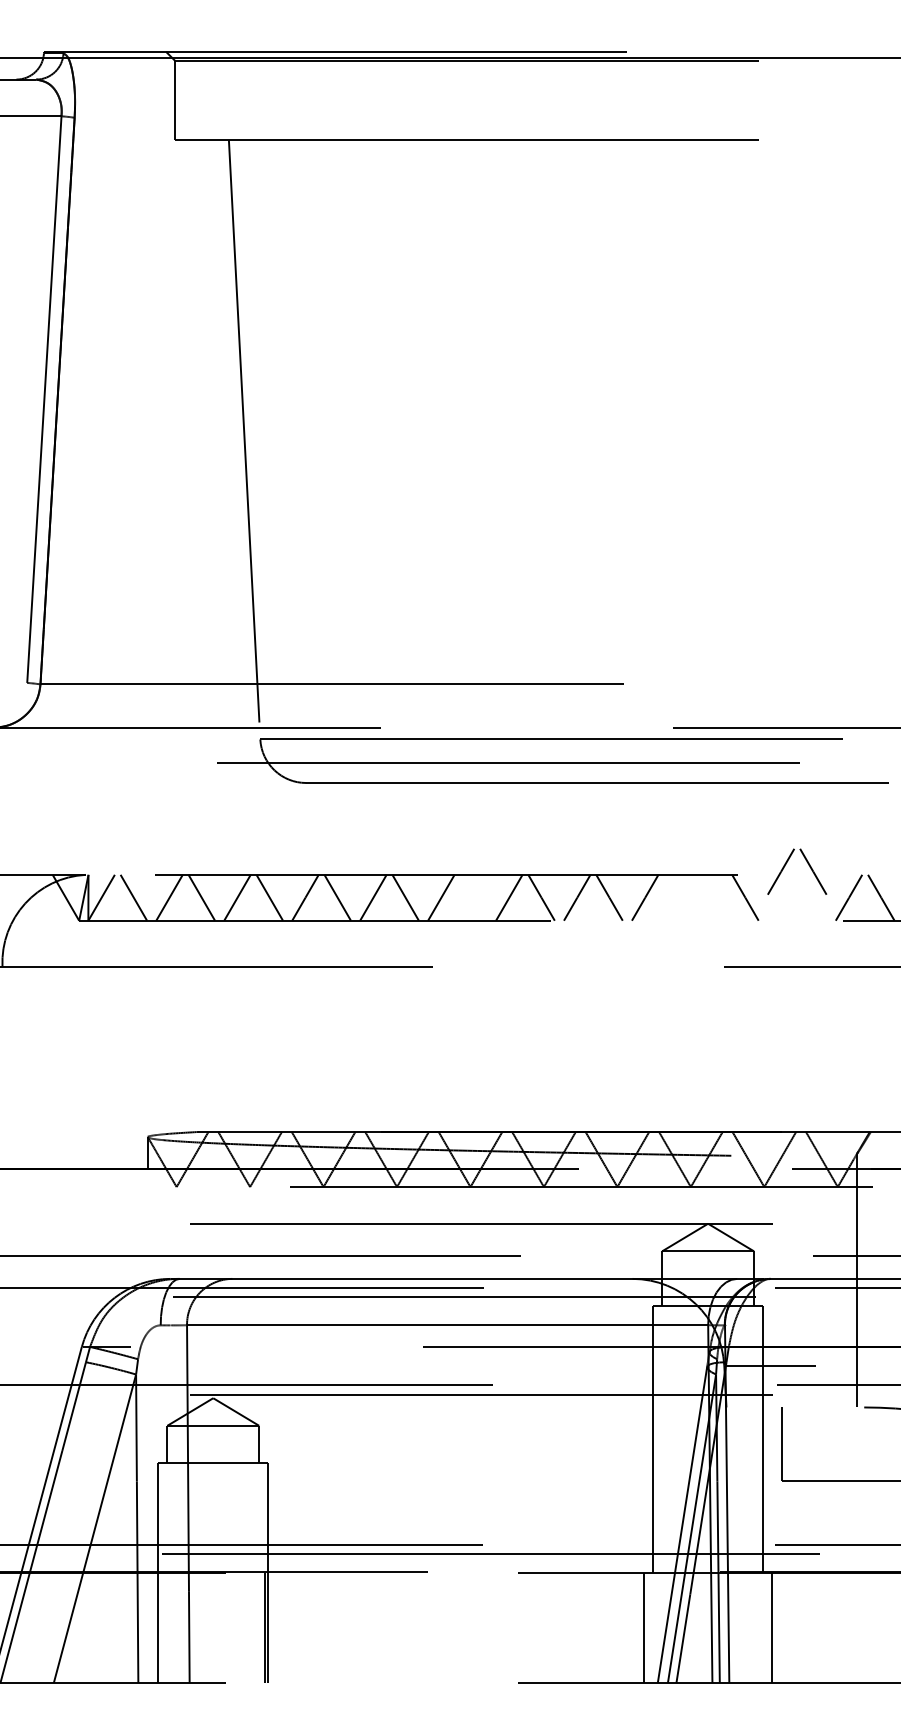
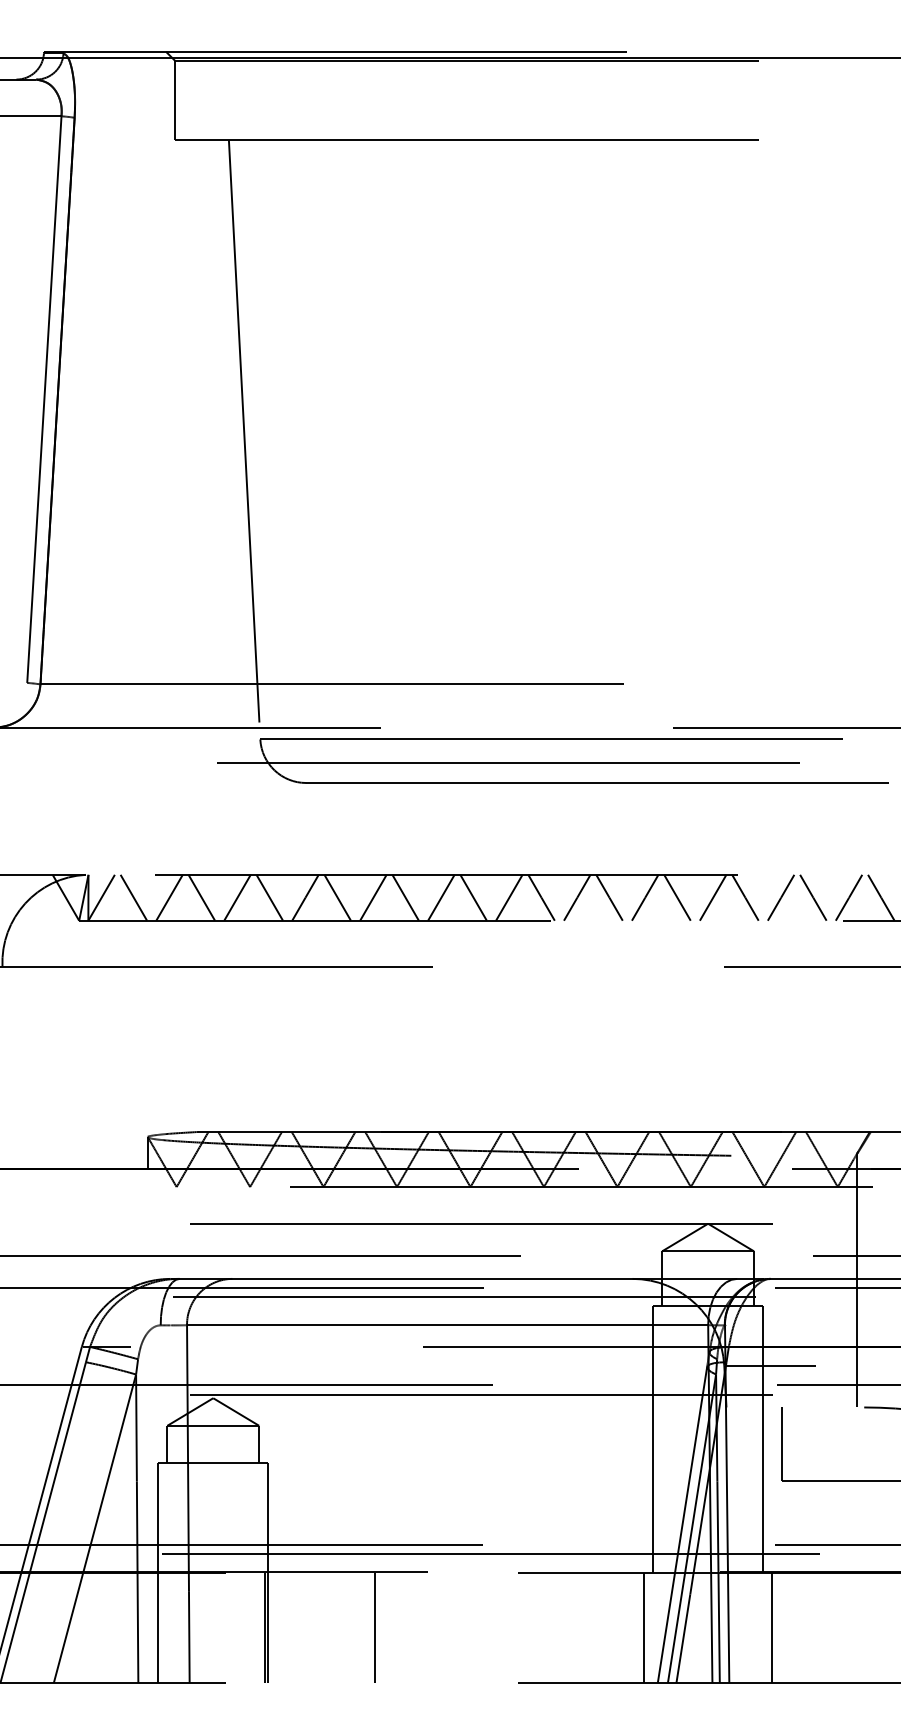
part at (808, 865) position: (808, 865) -> (808, 891)
line at (473, 897): none -> present
line at (677, 897): none -> present
line at (712, 897): none -> present
line at (375, 1627): none -> present
